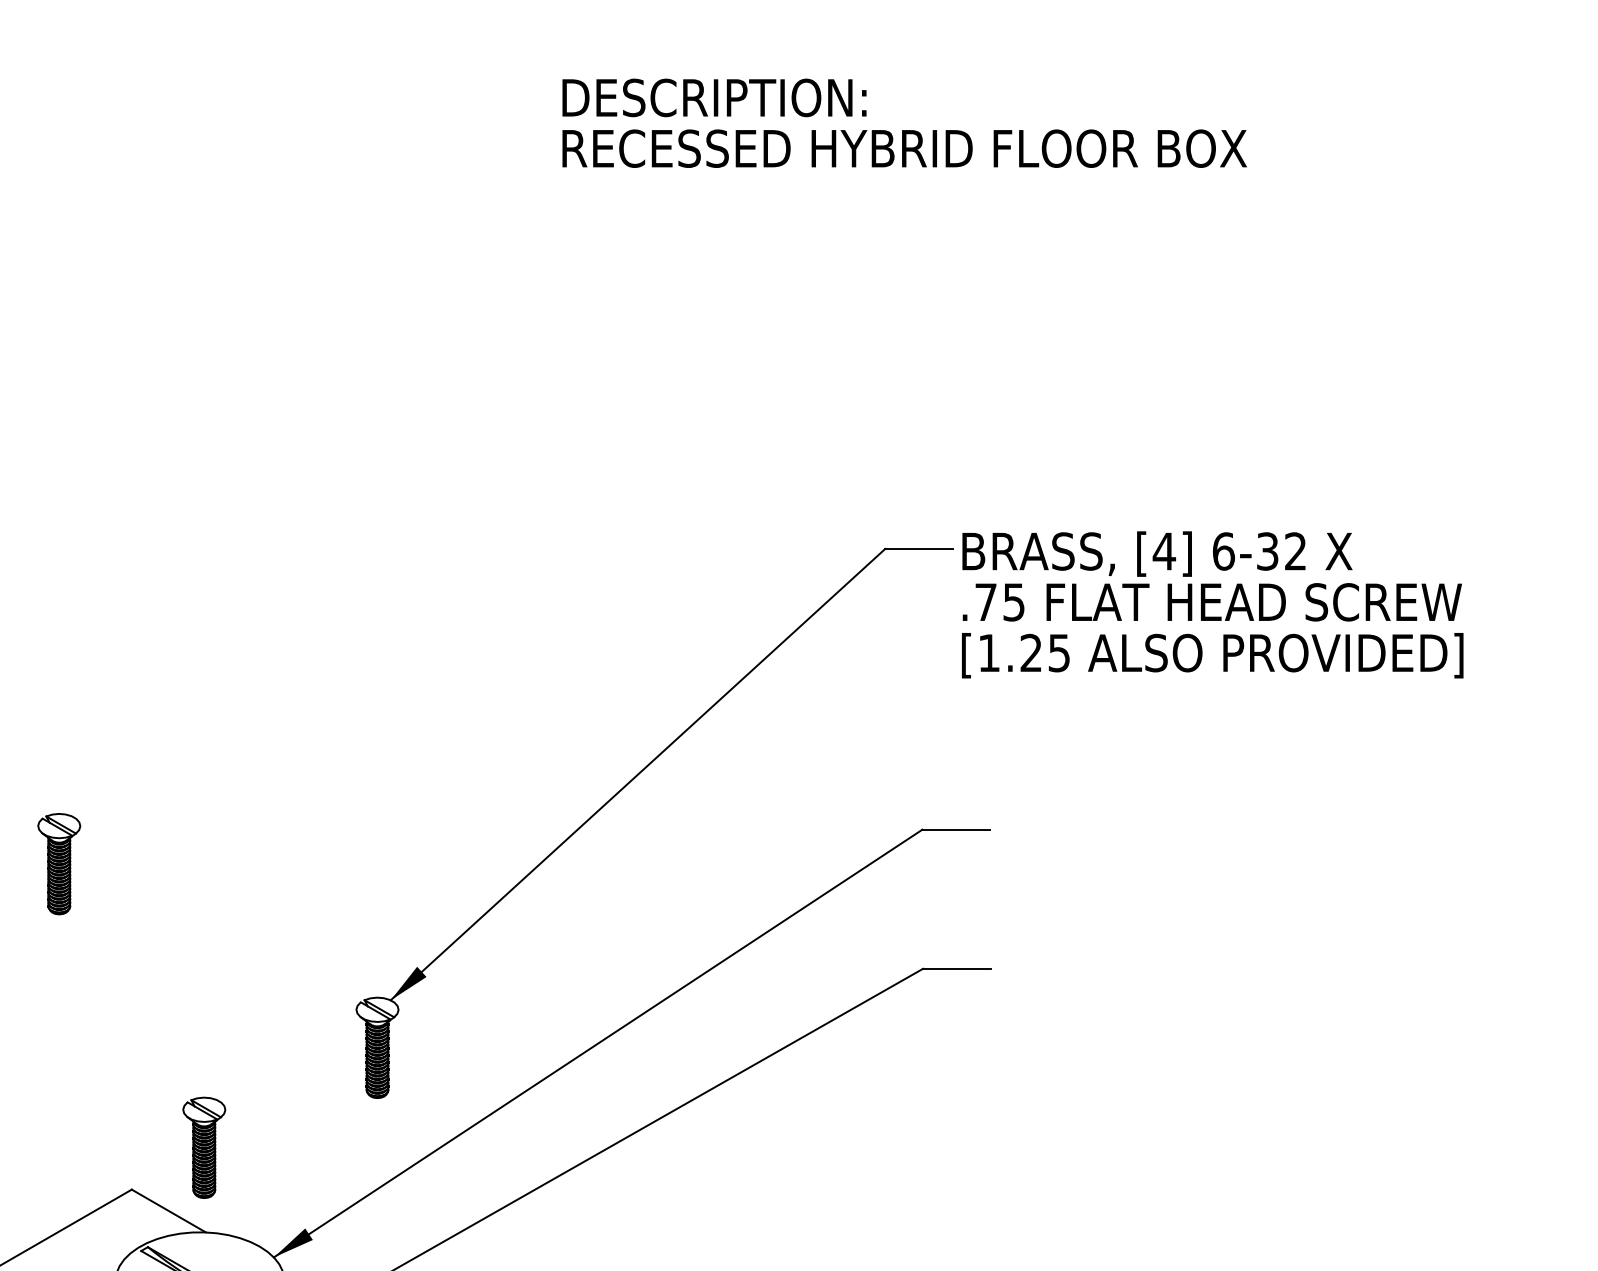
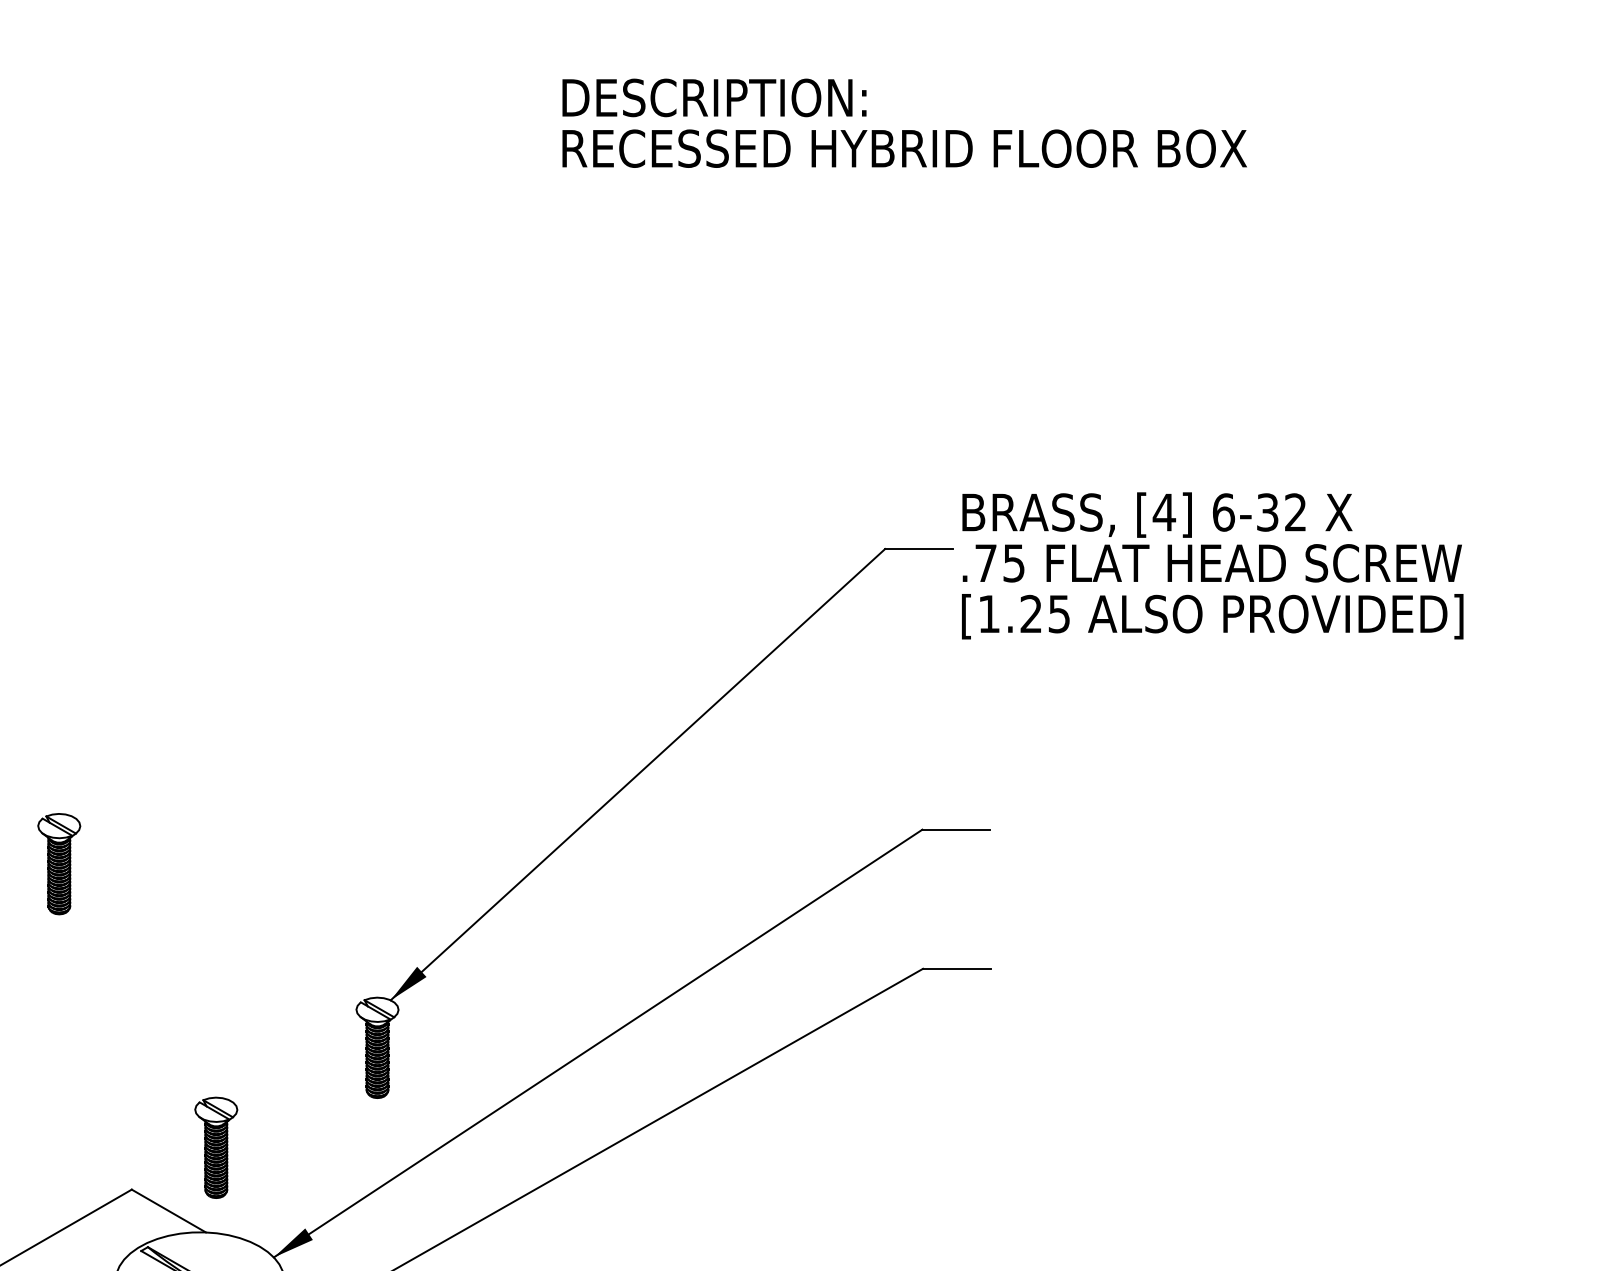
text at (1212, 604) position: (1212, 604) -> (1212, 565)
part at (204, 1147) position: (204, 1147) -> (216, 1147)
